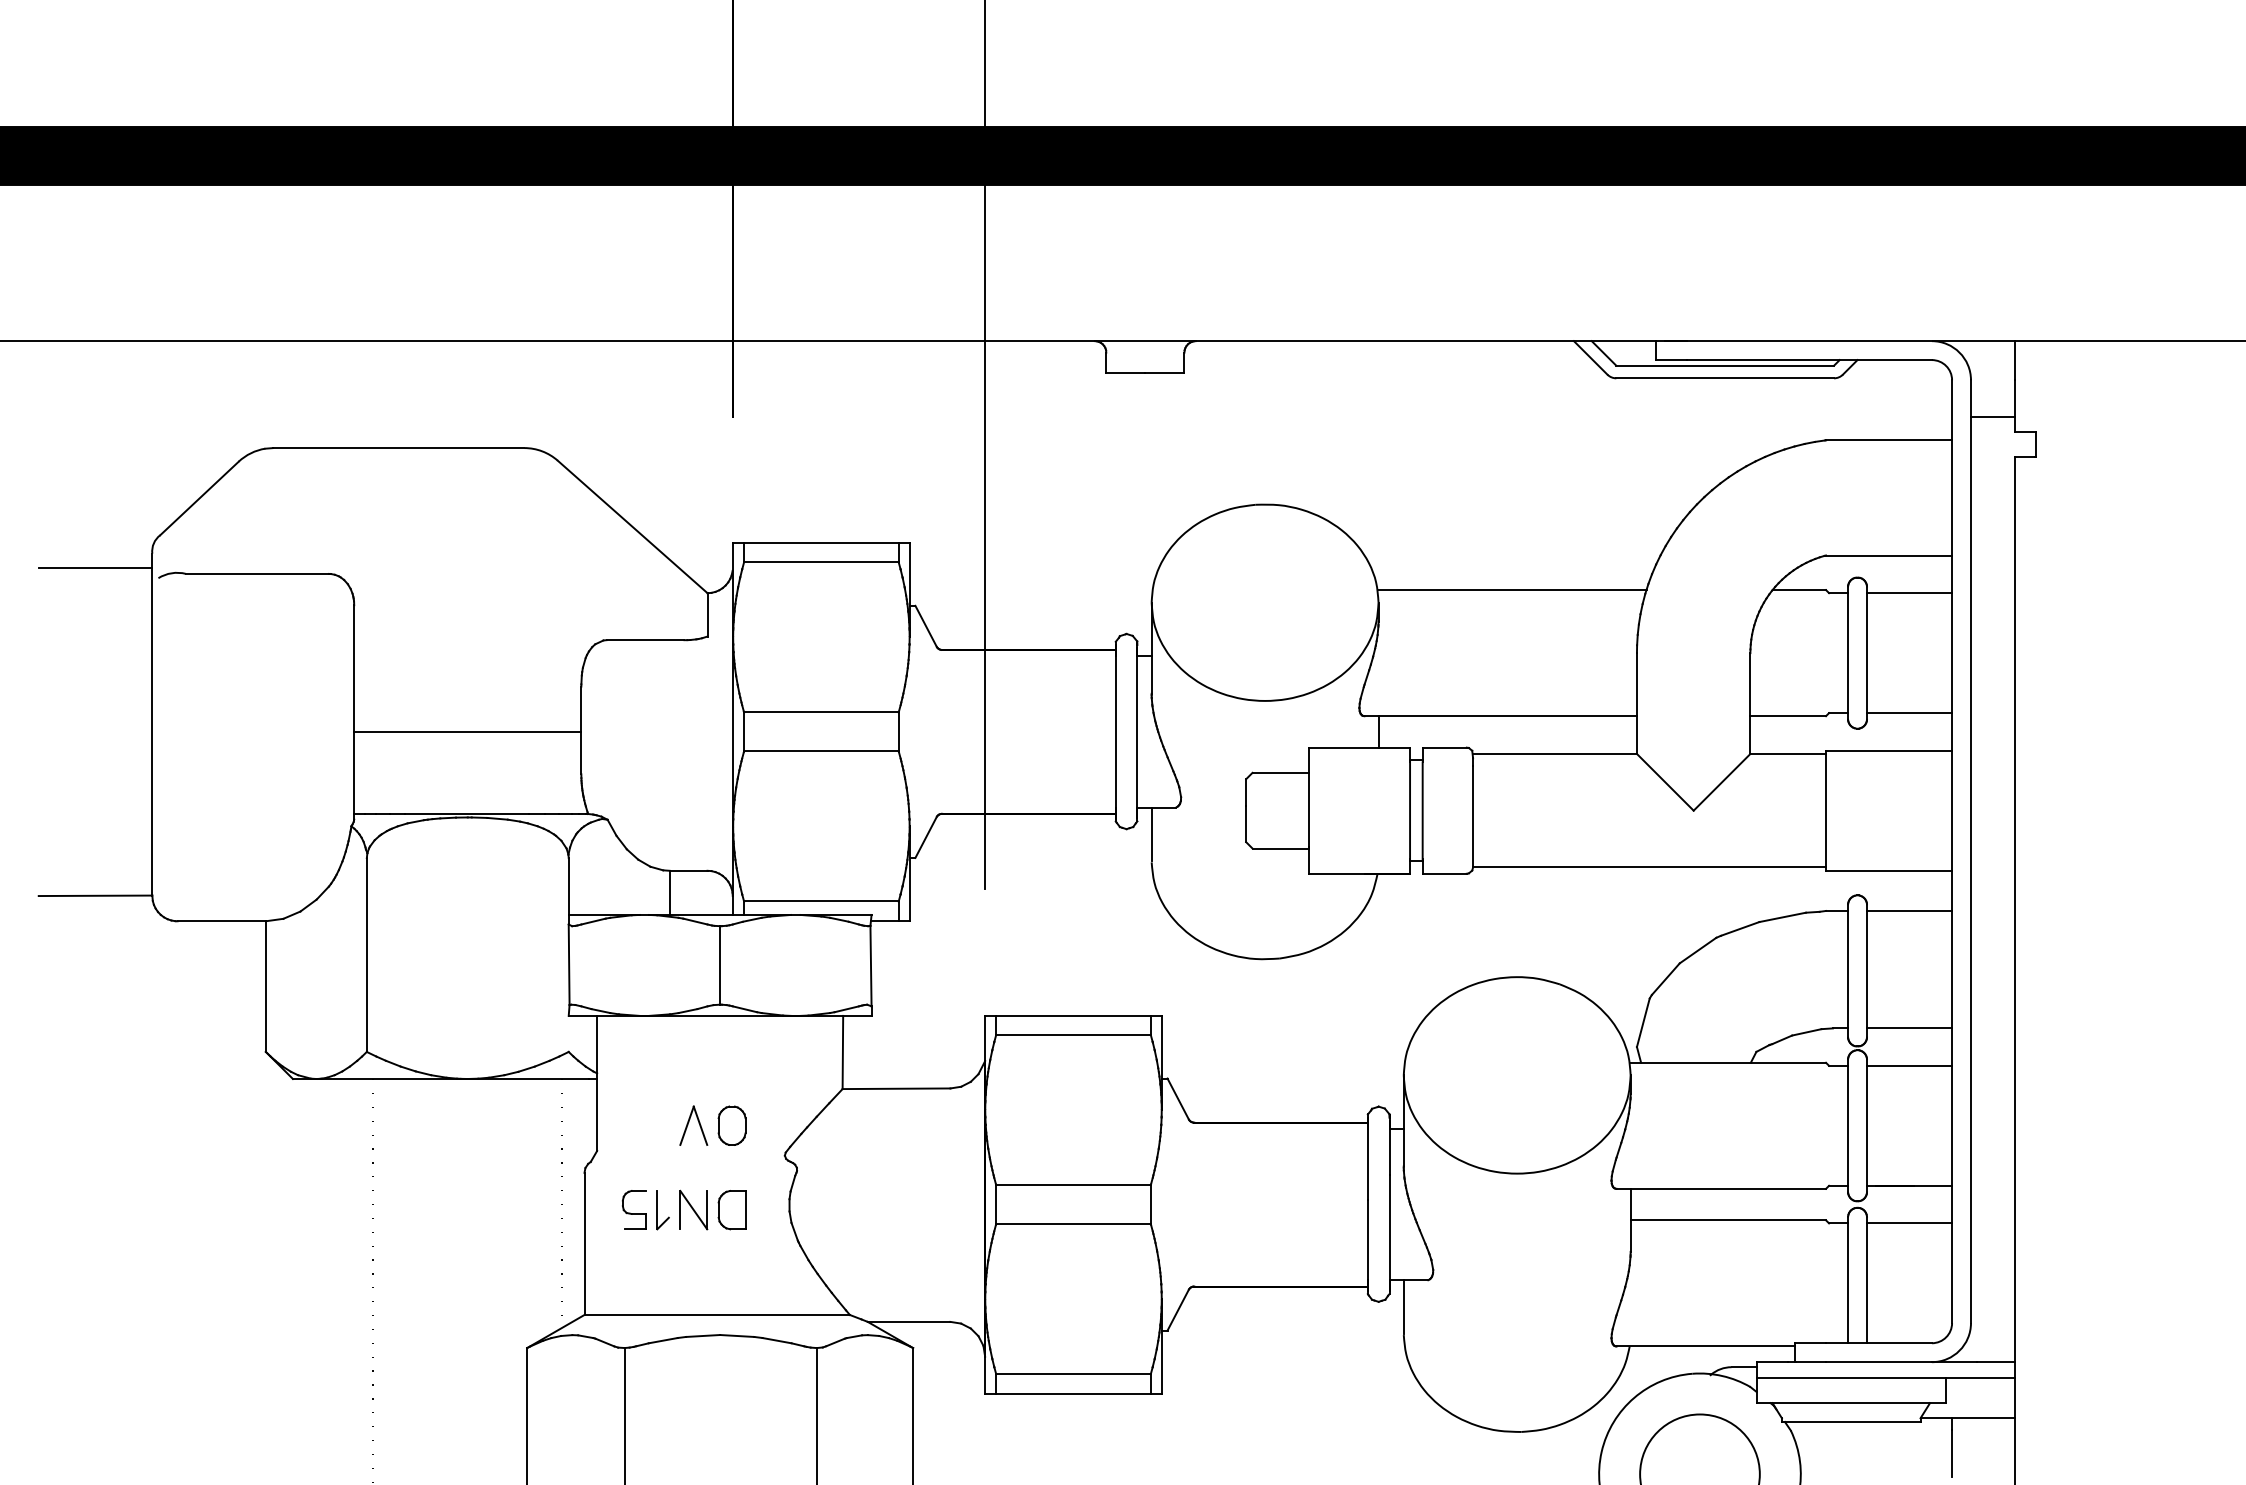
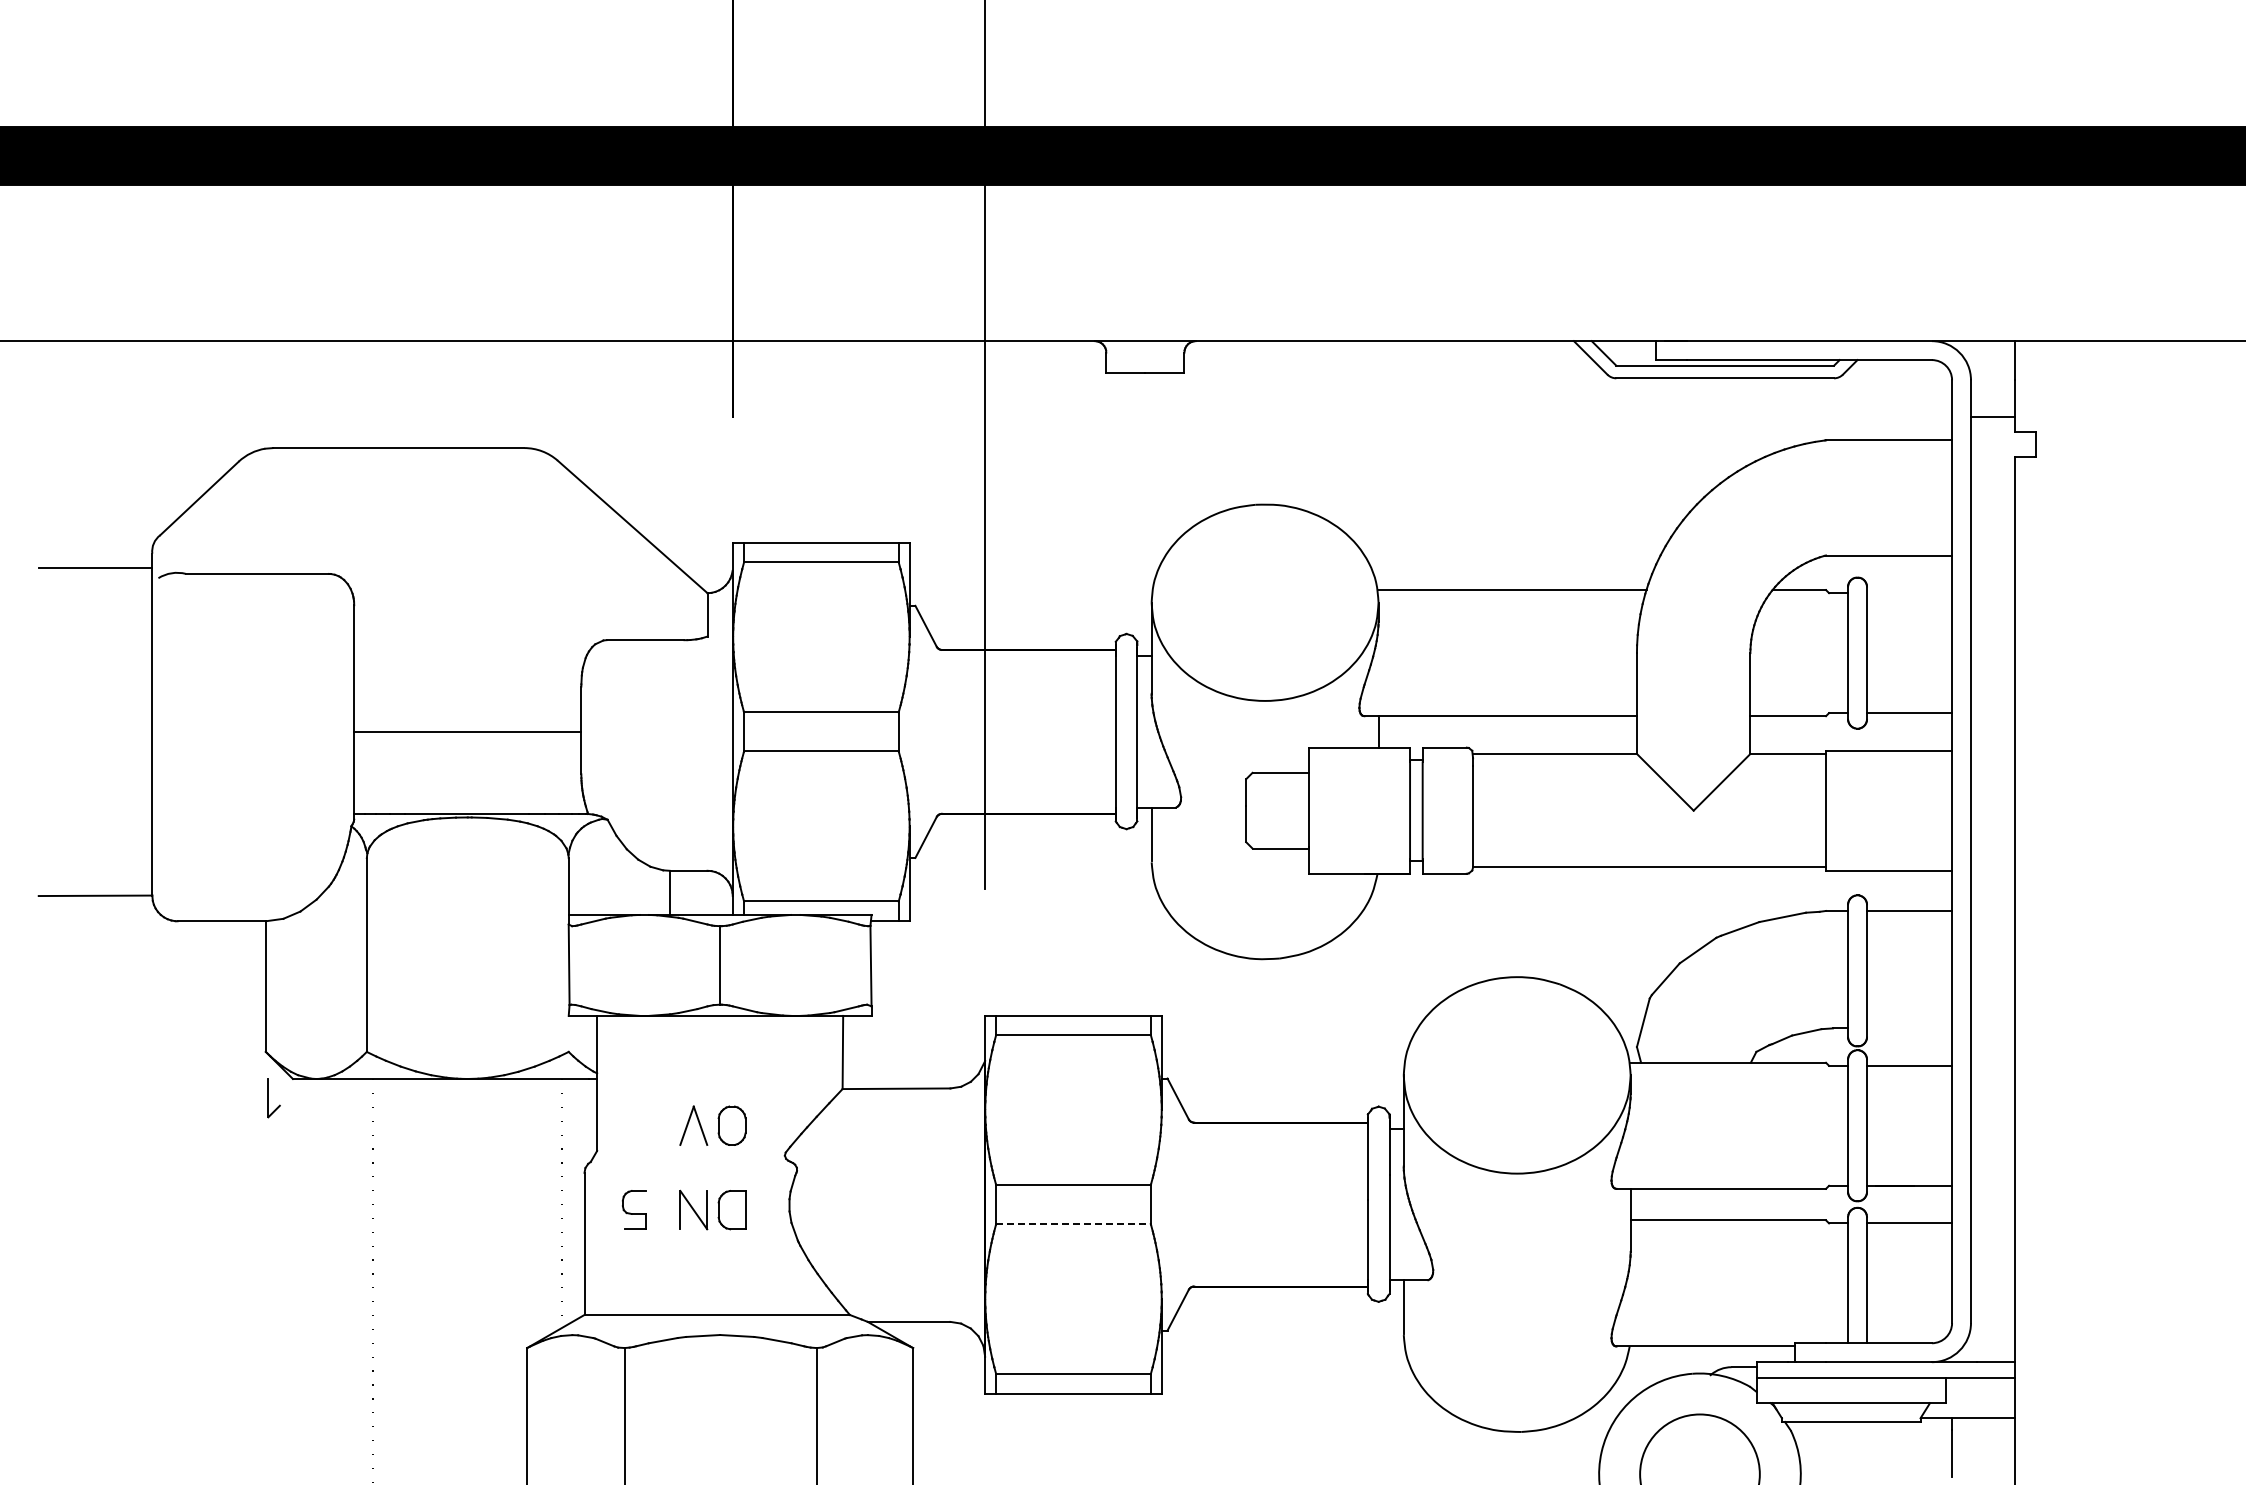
line at (1909, 593): present -> none
line at (1909, 1028): present -> none
part at (662, 1210) position: (662, 1210) -> (273, 1098)
line at (1074, 1224): solid -> dashed
